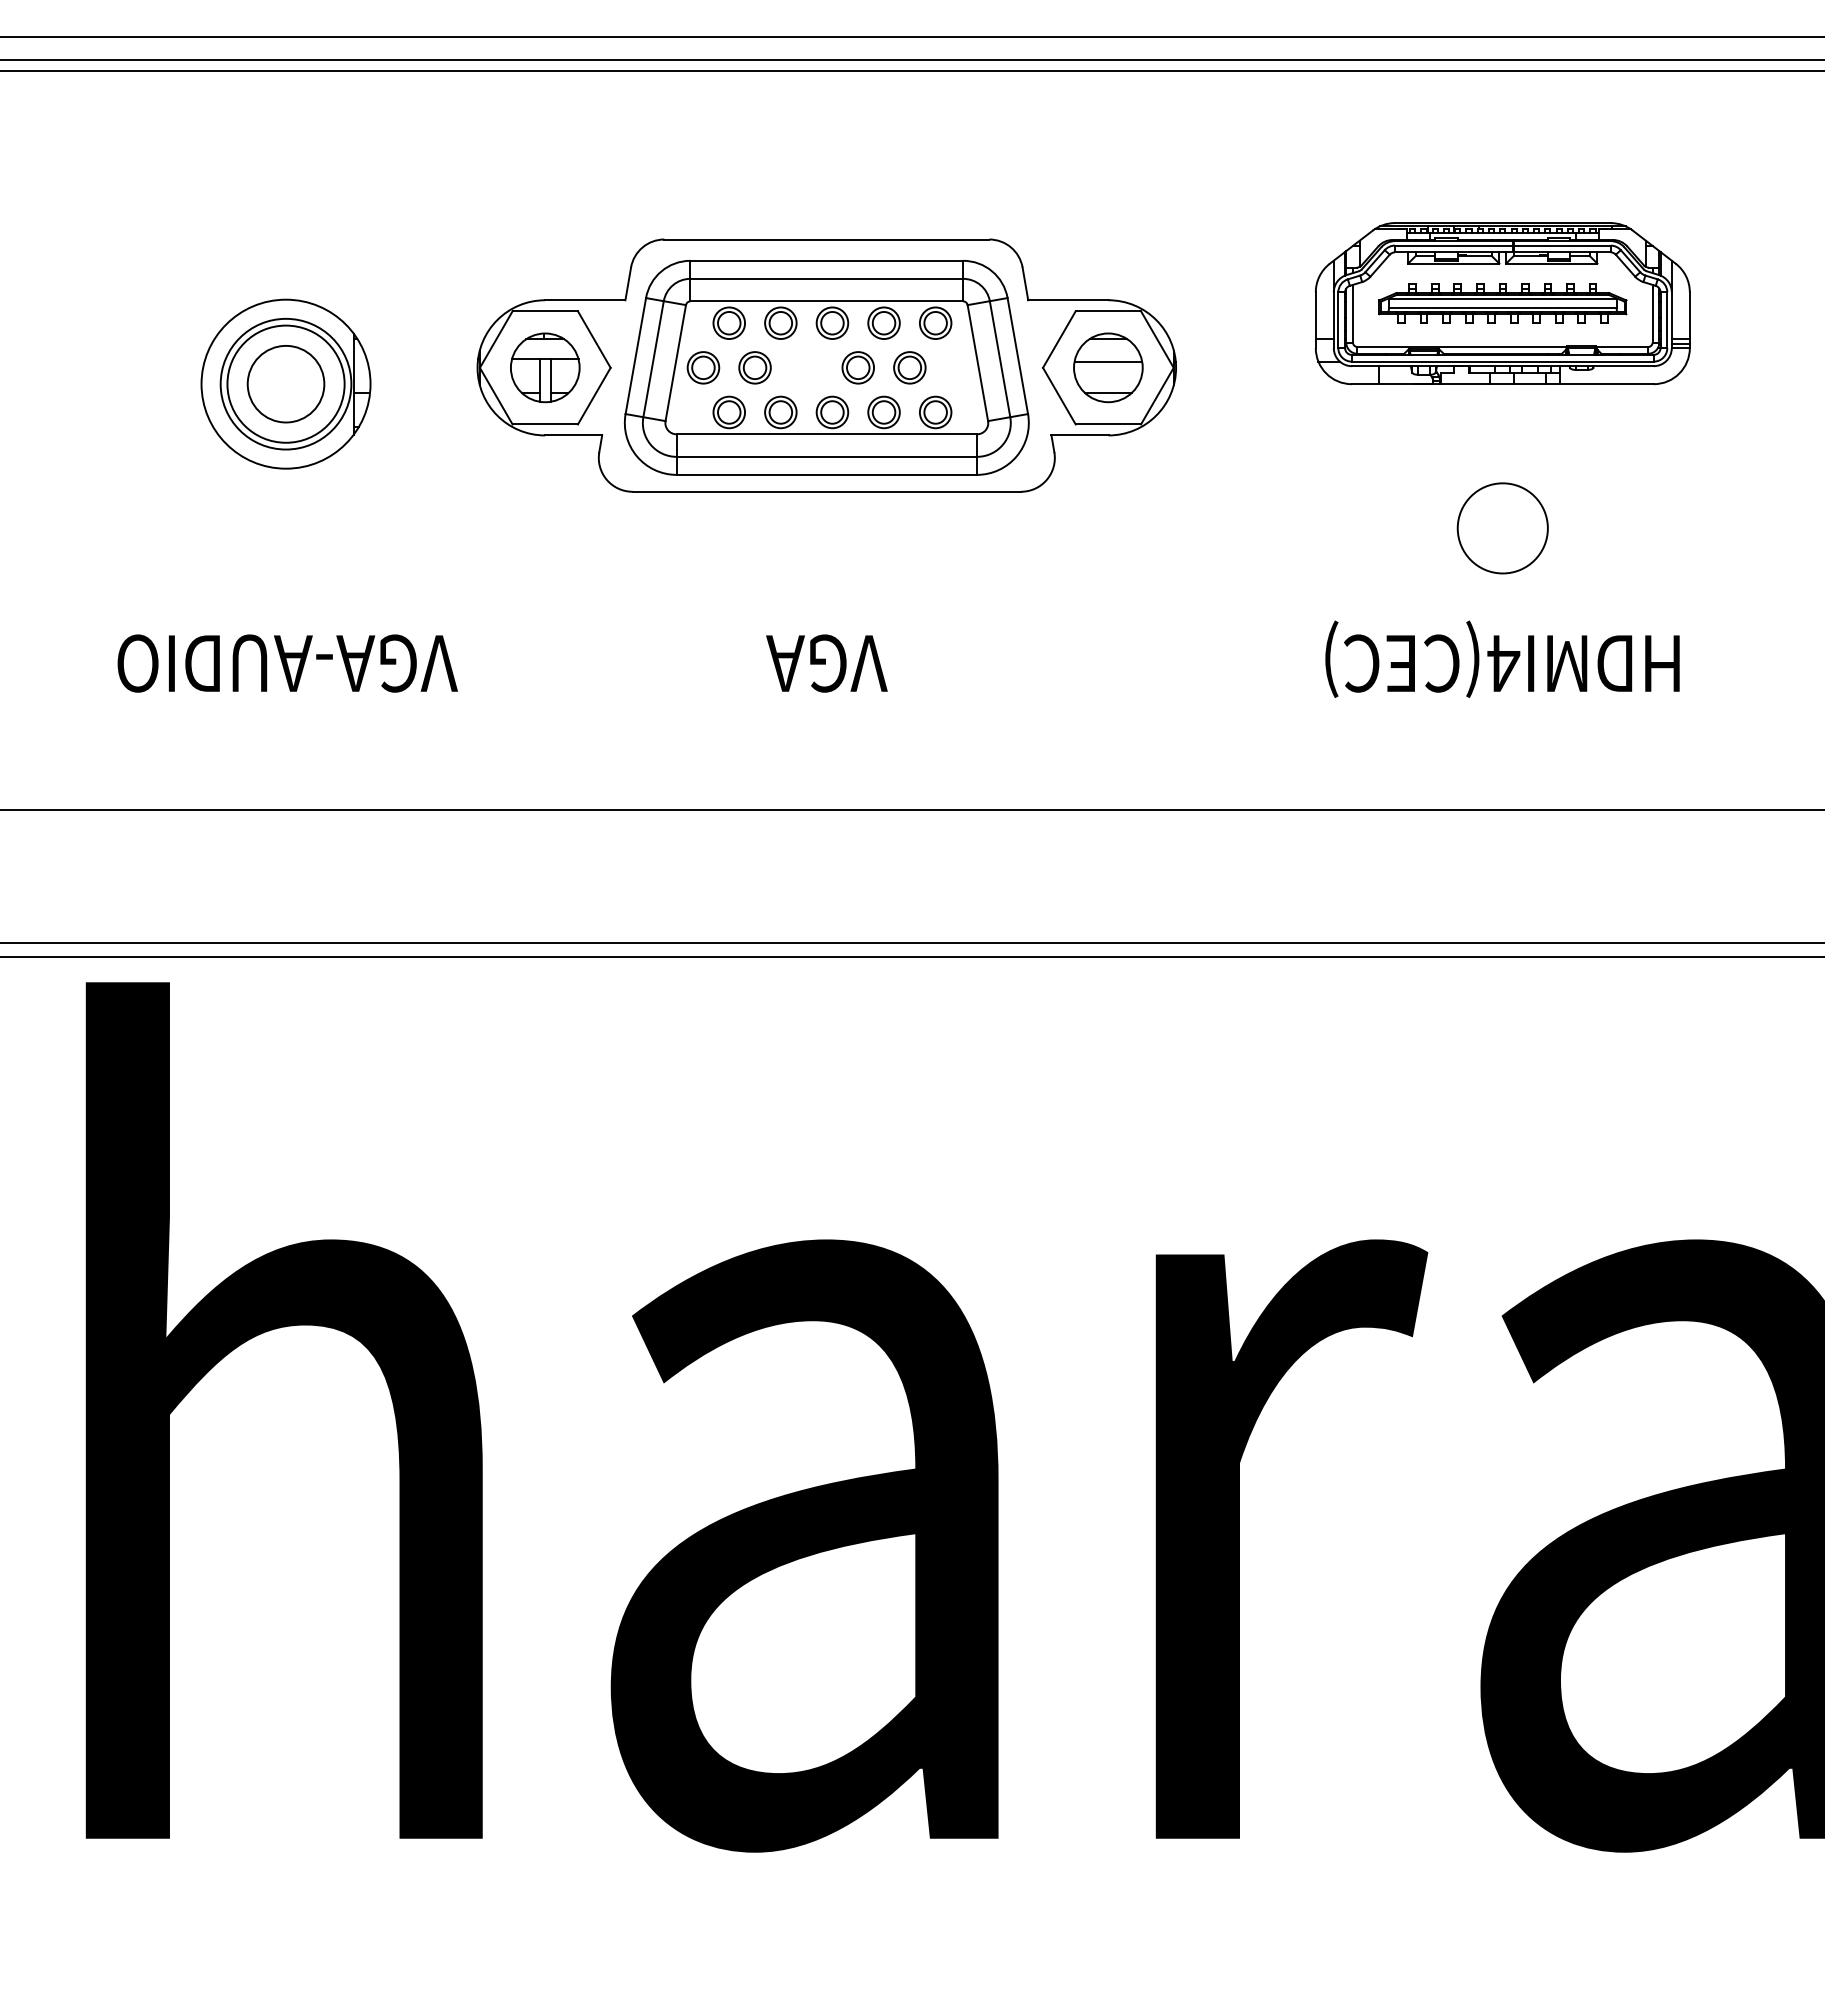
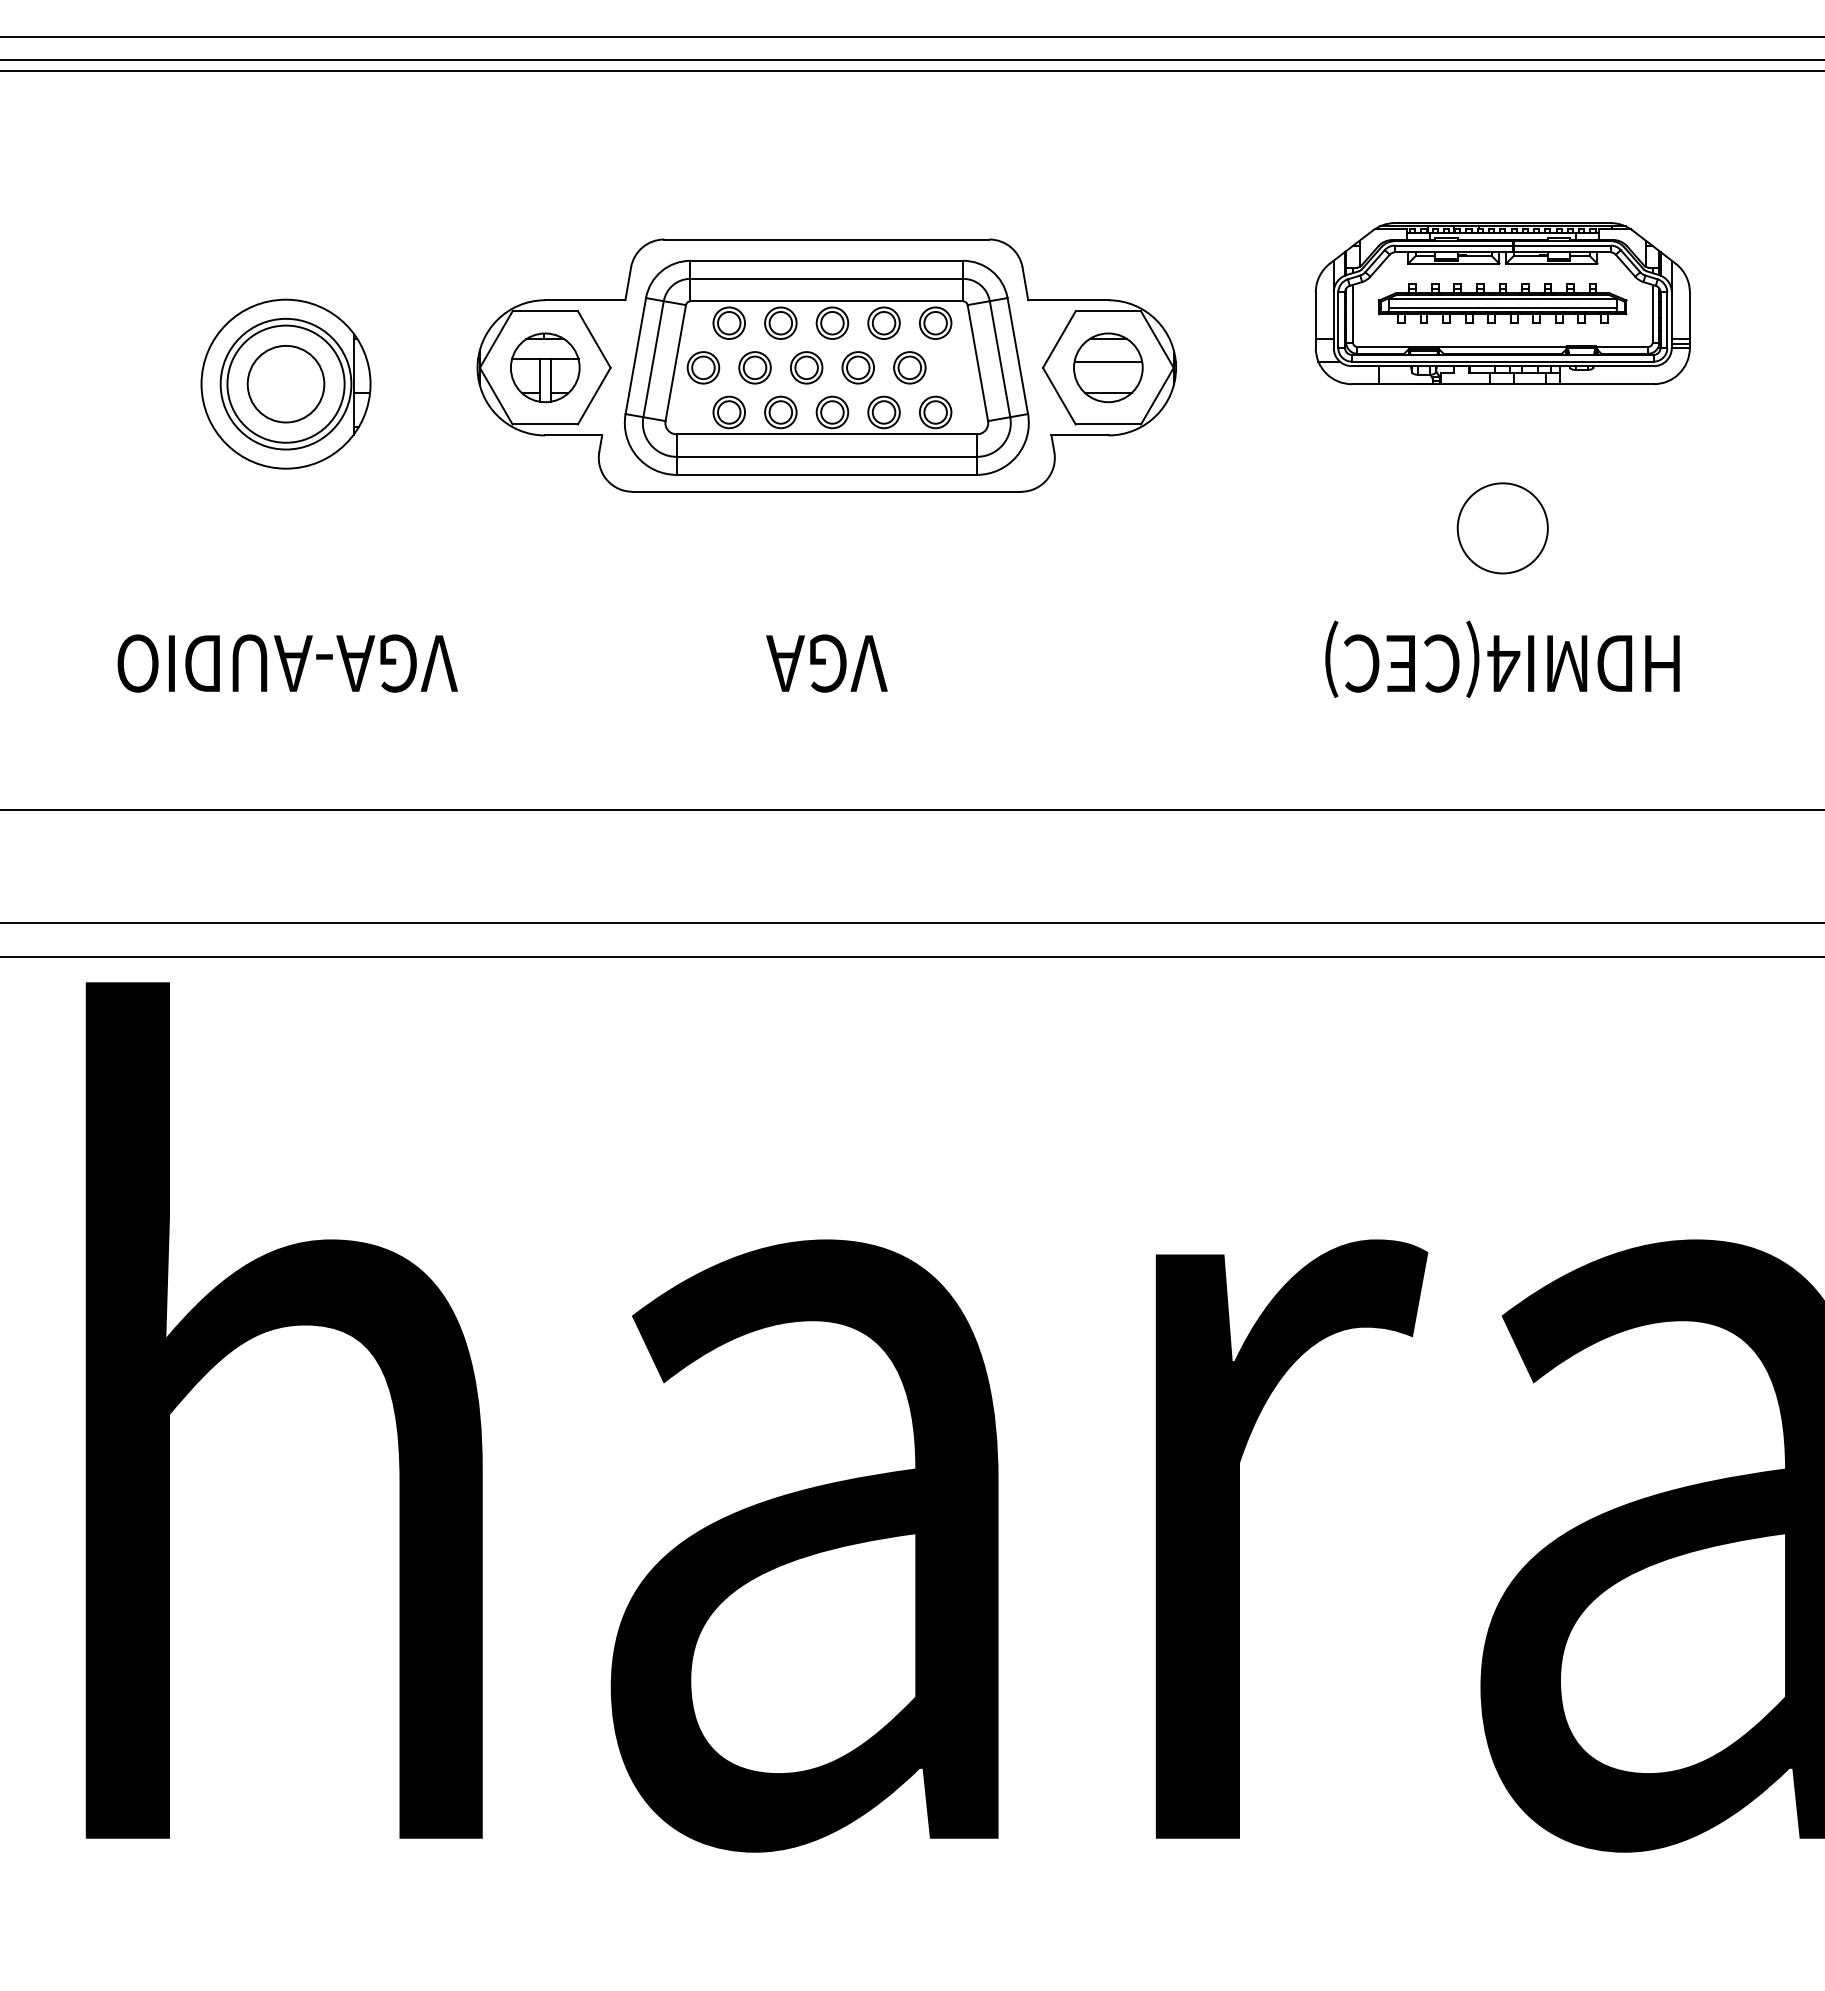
part at (806, 367): none -> present
line at (911, 942) position: (911, 942) -> (911, 922)
